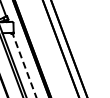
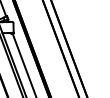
line at (24, 65): dashed -> solid
